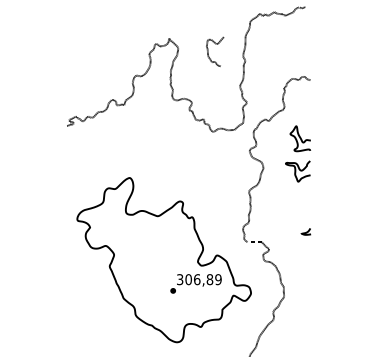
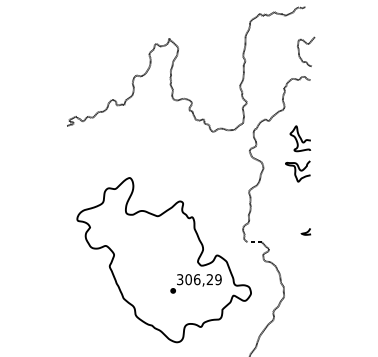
curve at (215, 44) position: (215, 44) -> (306, 44)
text at (209, 279): 306,89 -> 306,29
